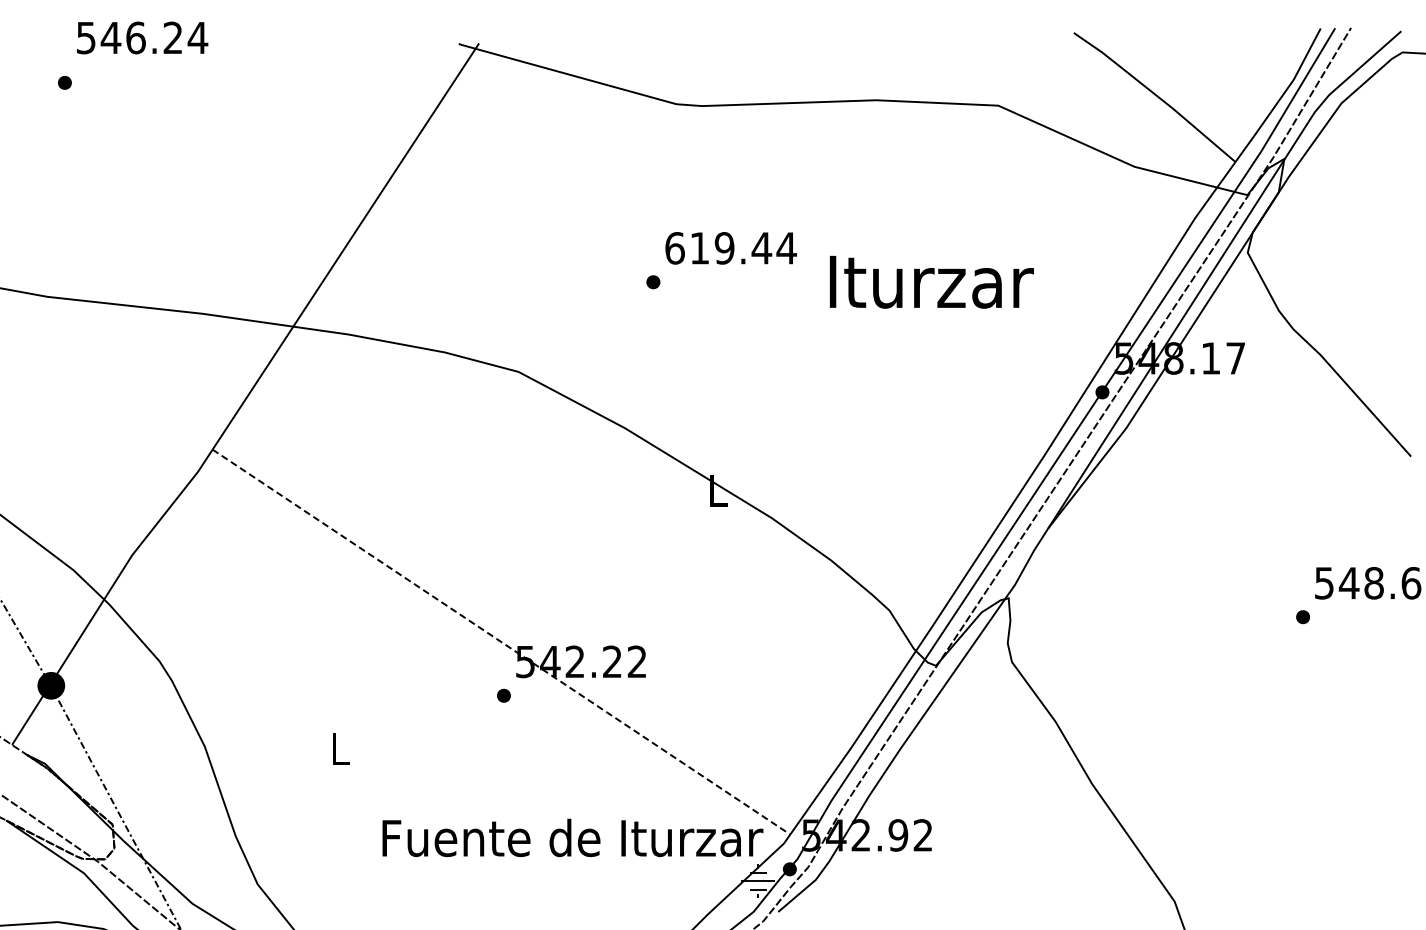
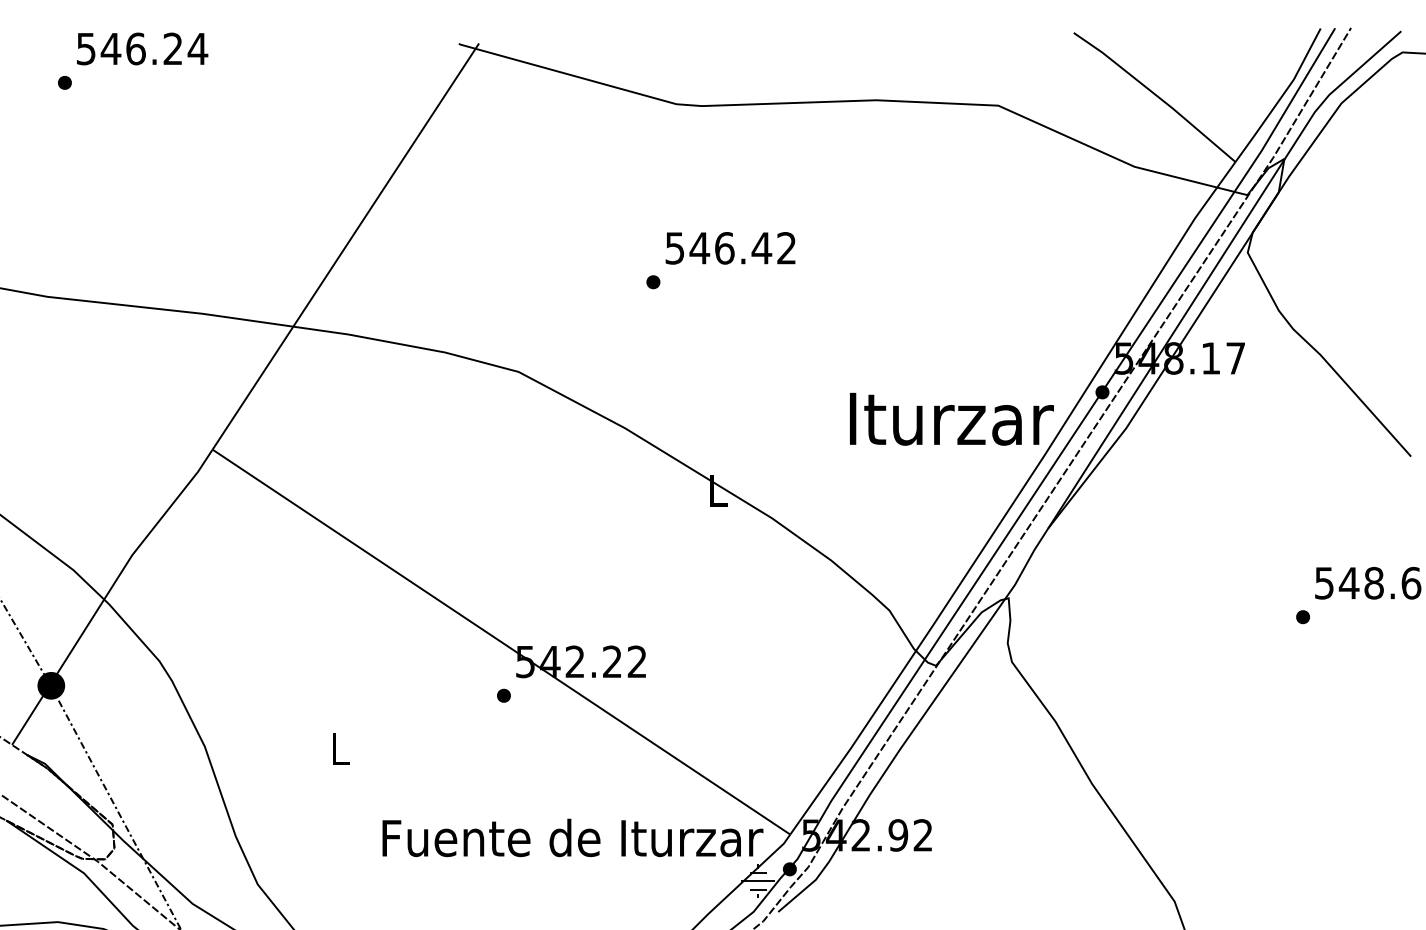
text at (142, 37) position: (142, 37) -> (142, 48)
text at (731, 248): 619.44 -> 546.42
text at (931, 281) position: (931, 281) -> (951, 418)
line at (501, 642): dashed -> solid
